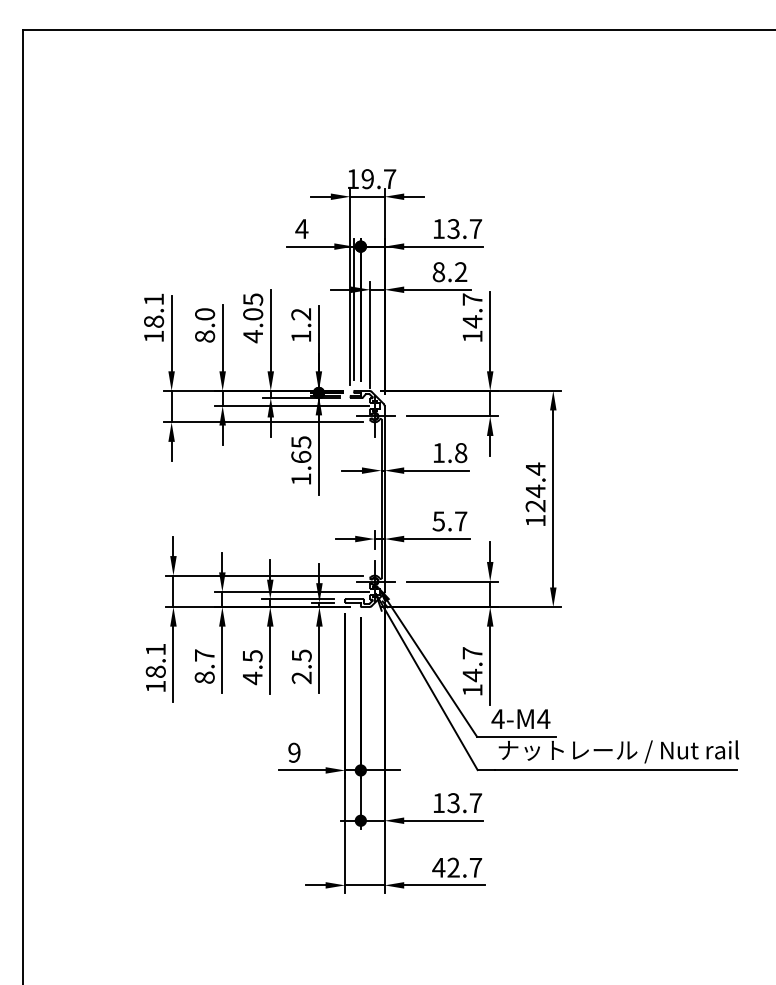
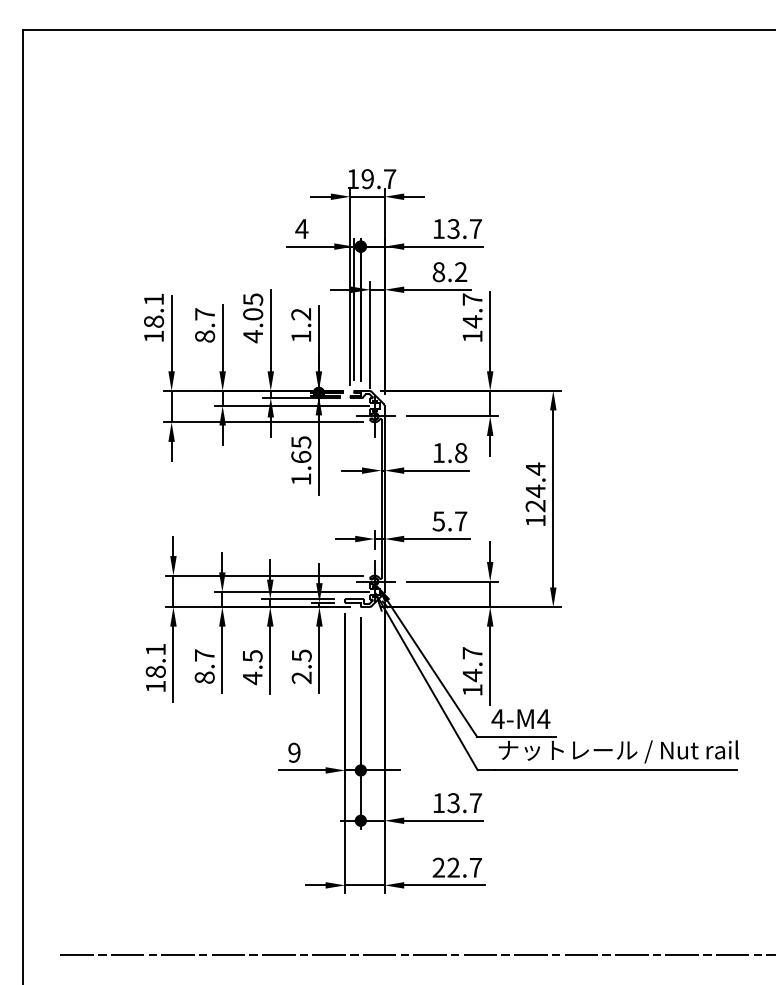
text at (205, 314): 8.0 -> 8.7
text at (438, 867): 42.7 -> 22.7
line at (416, 955): none -> present
